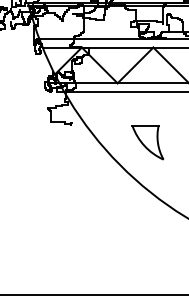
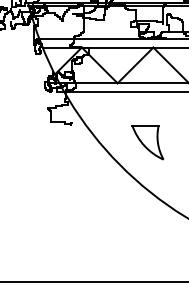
line at (93, 294) position: (93, 294) -> (93, 281)
